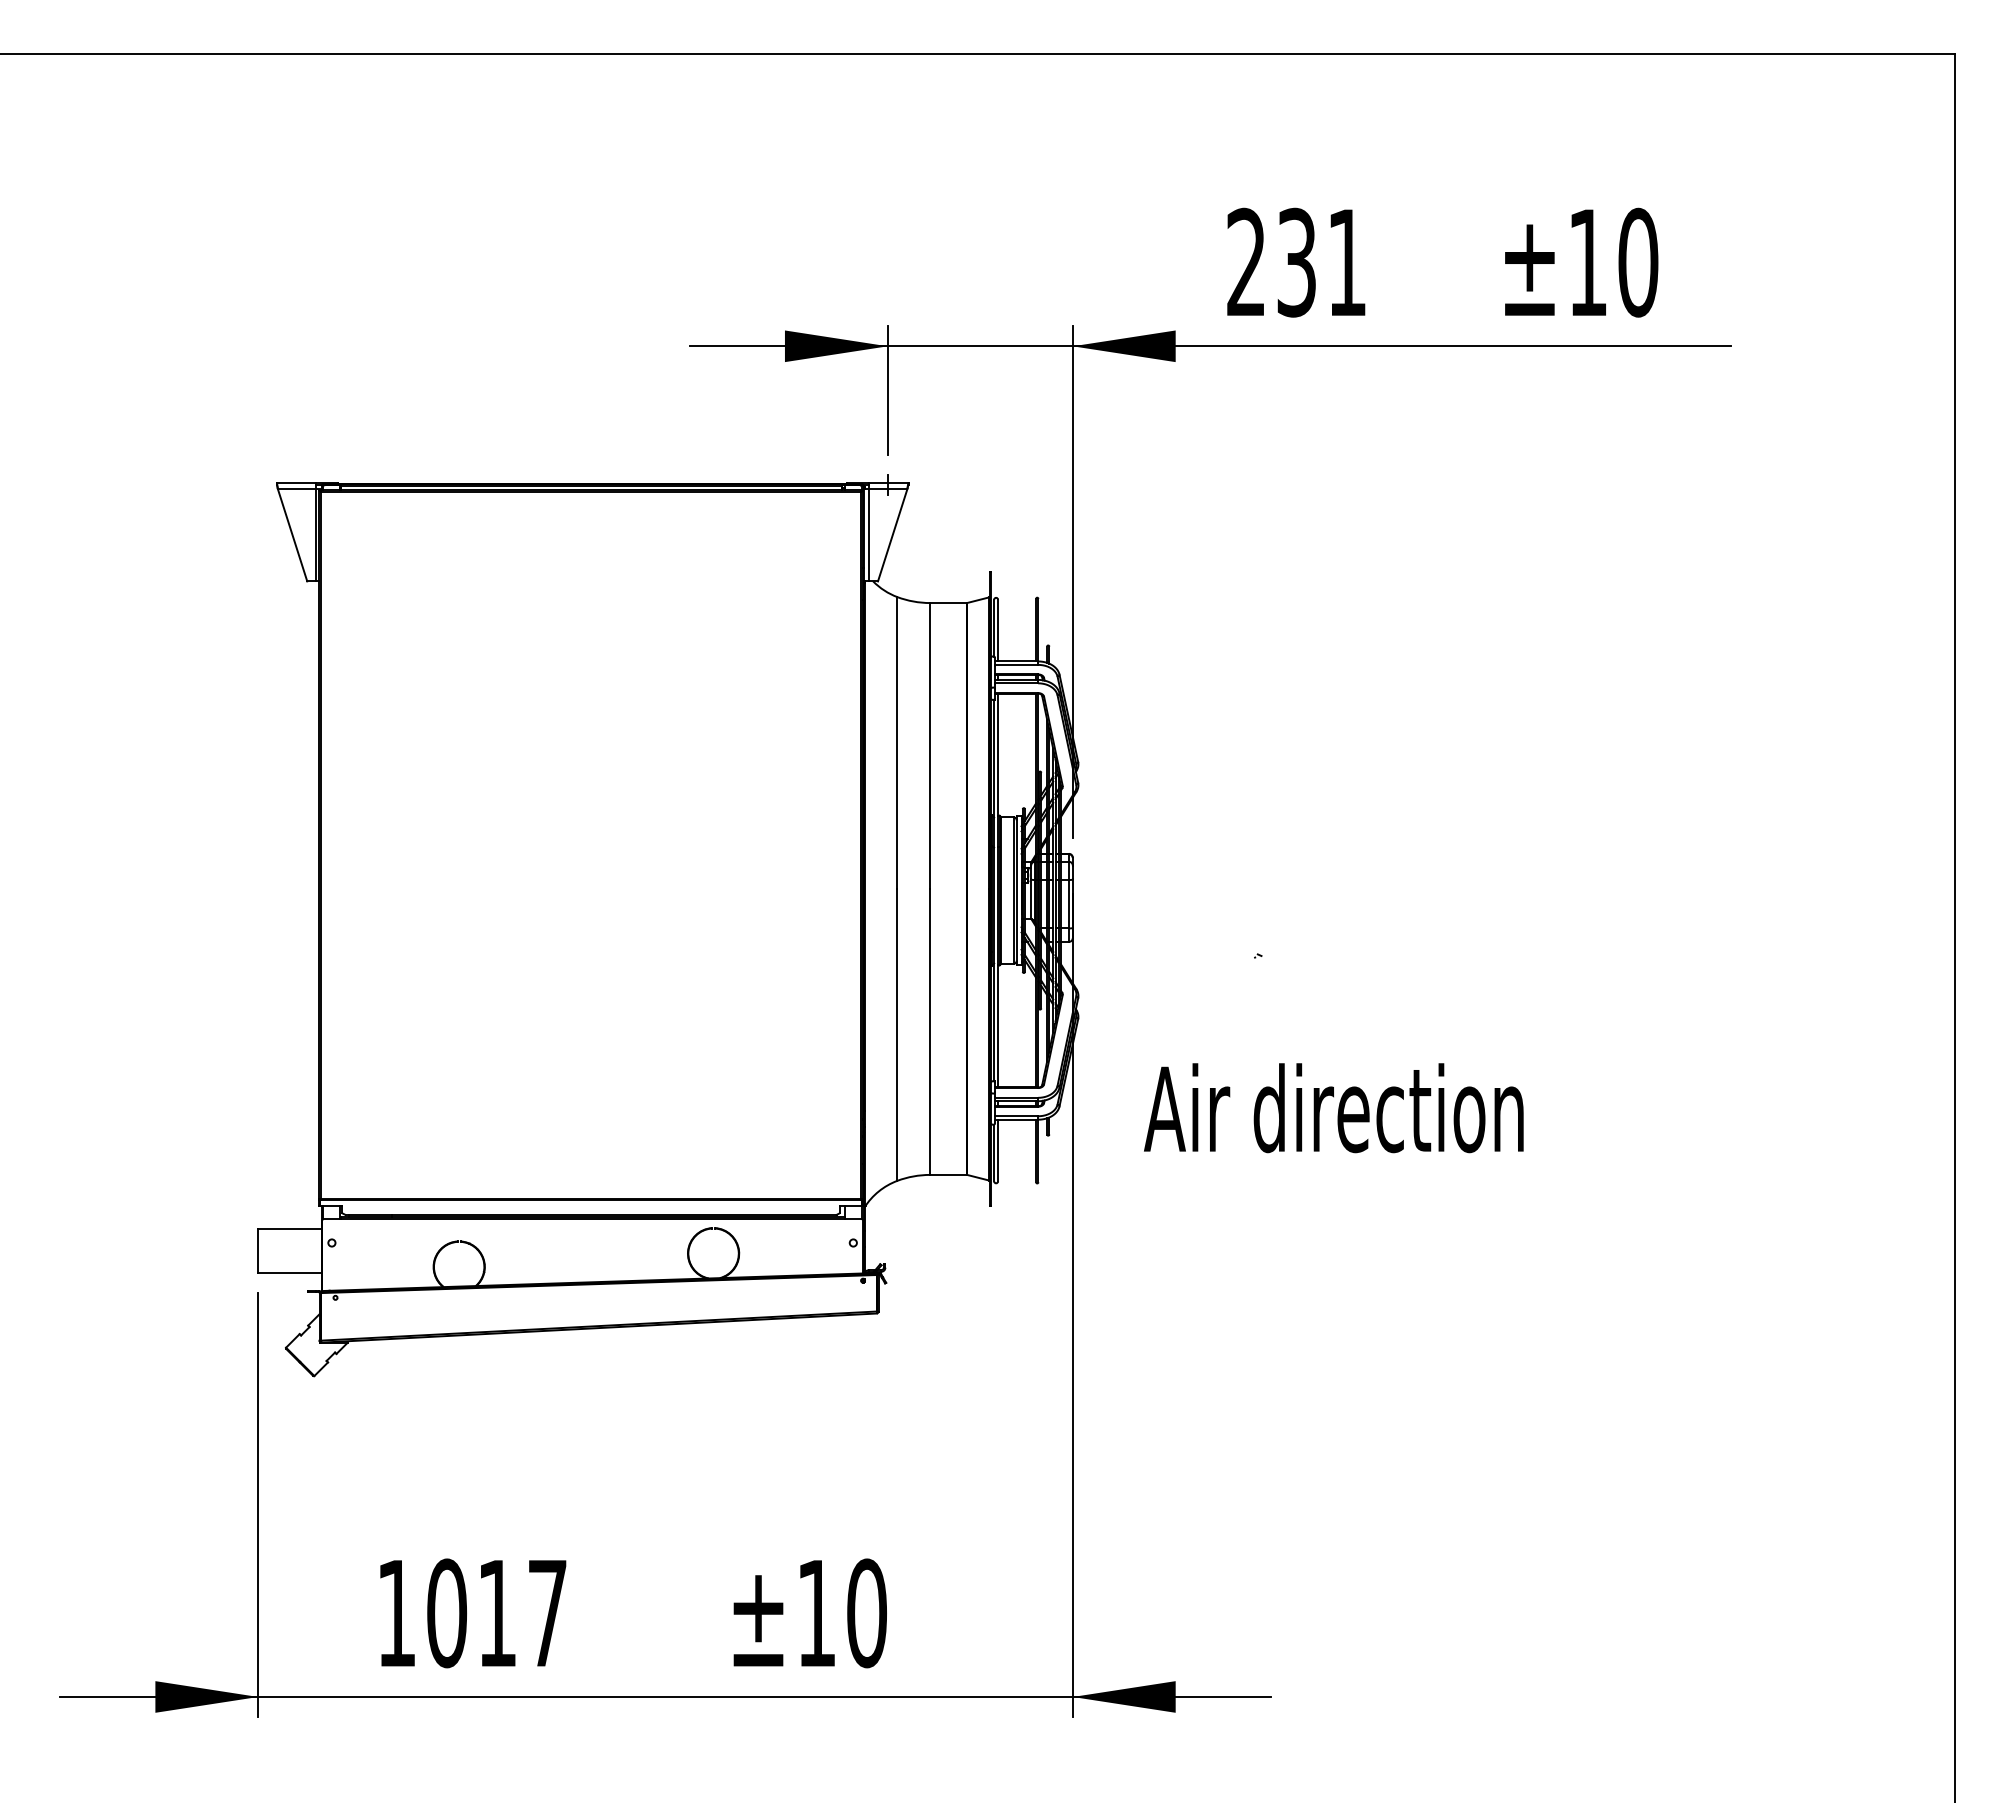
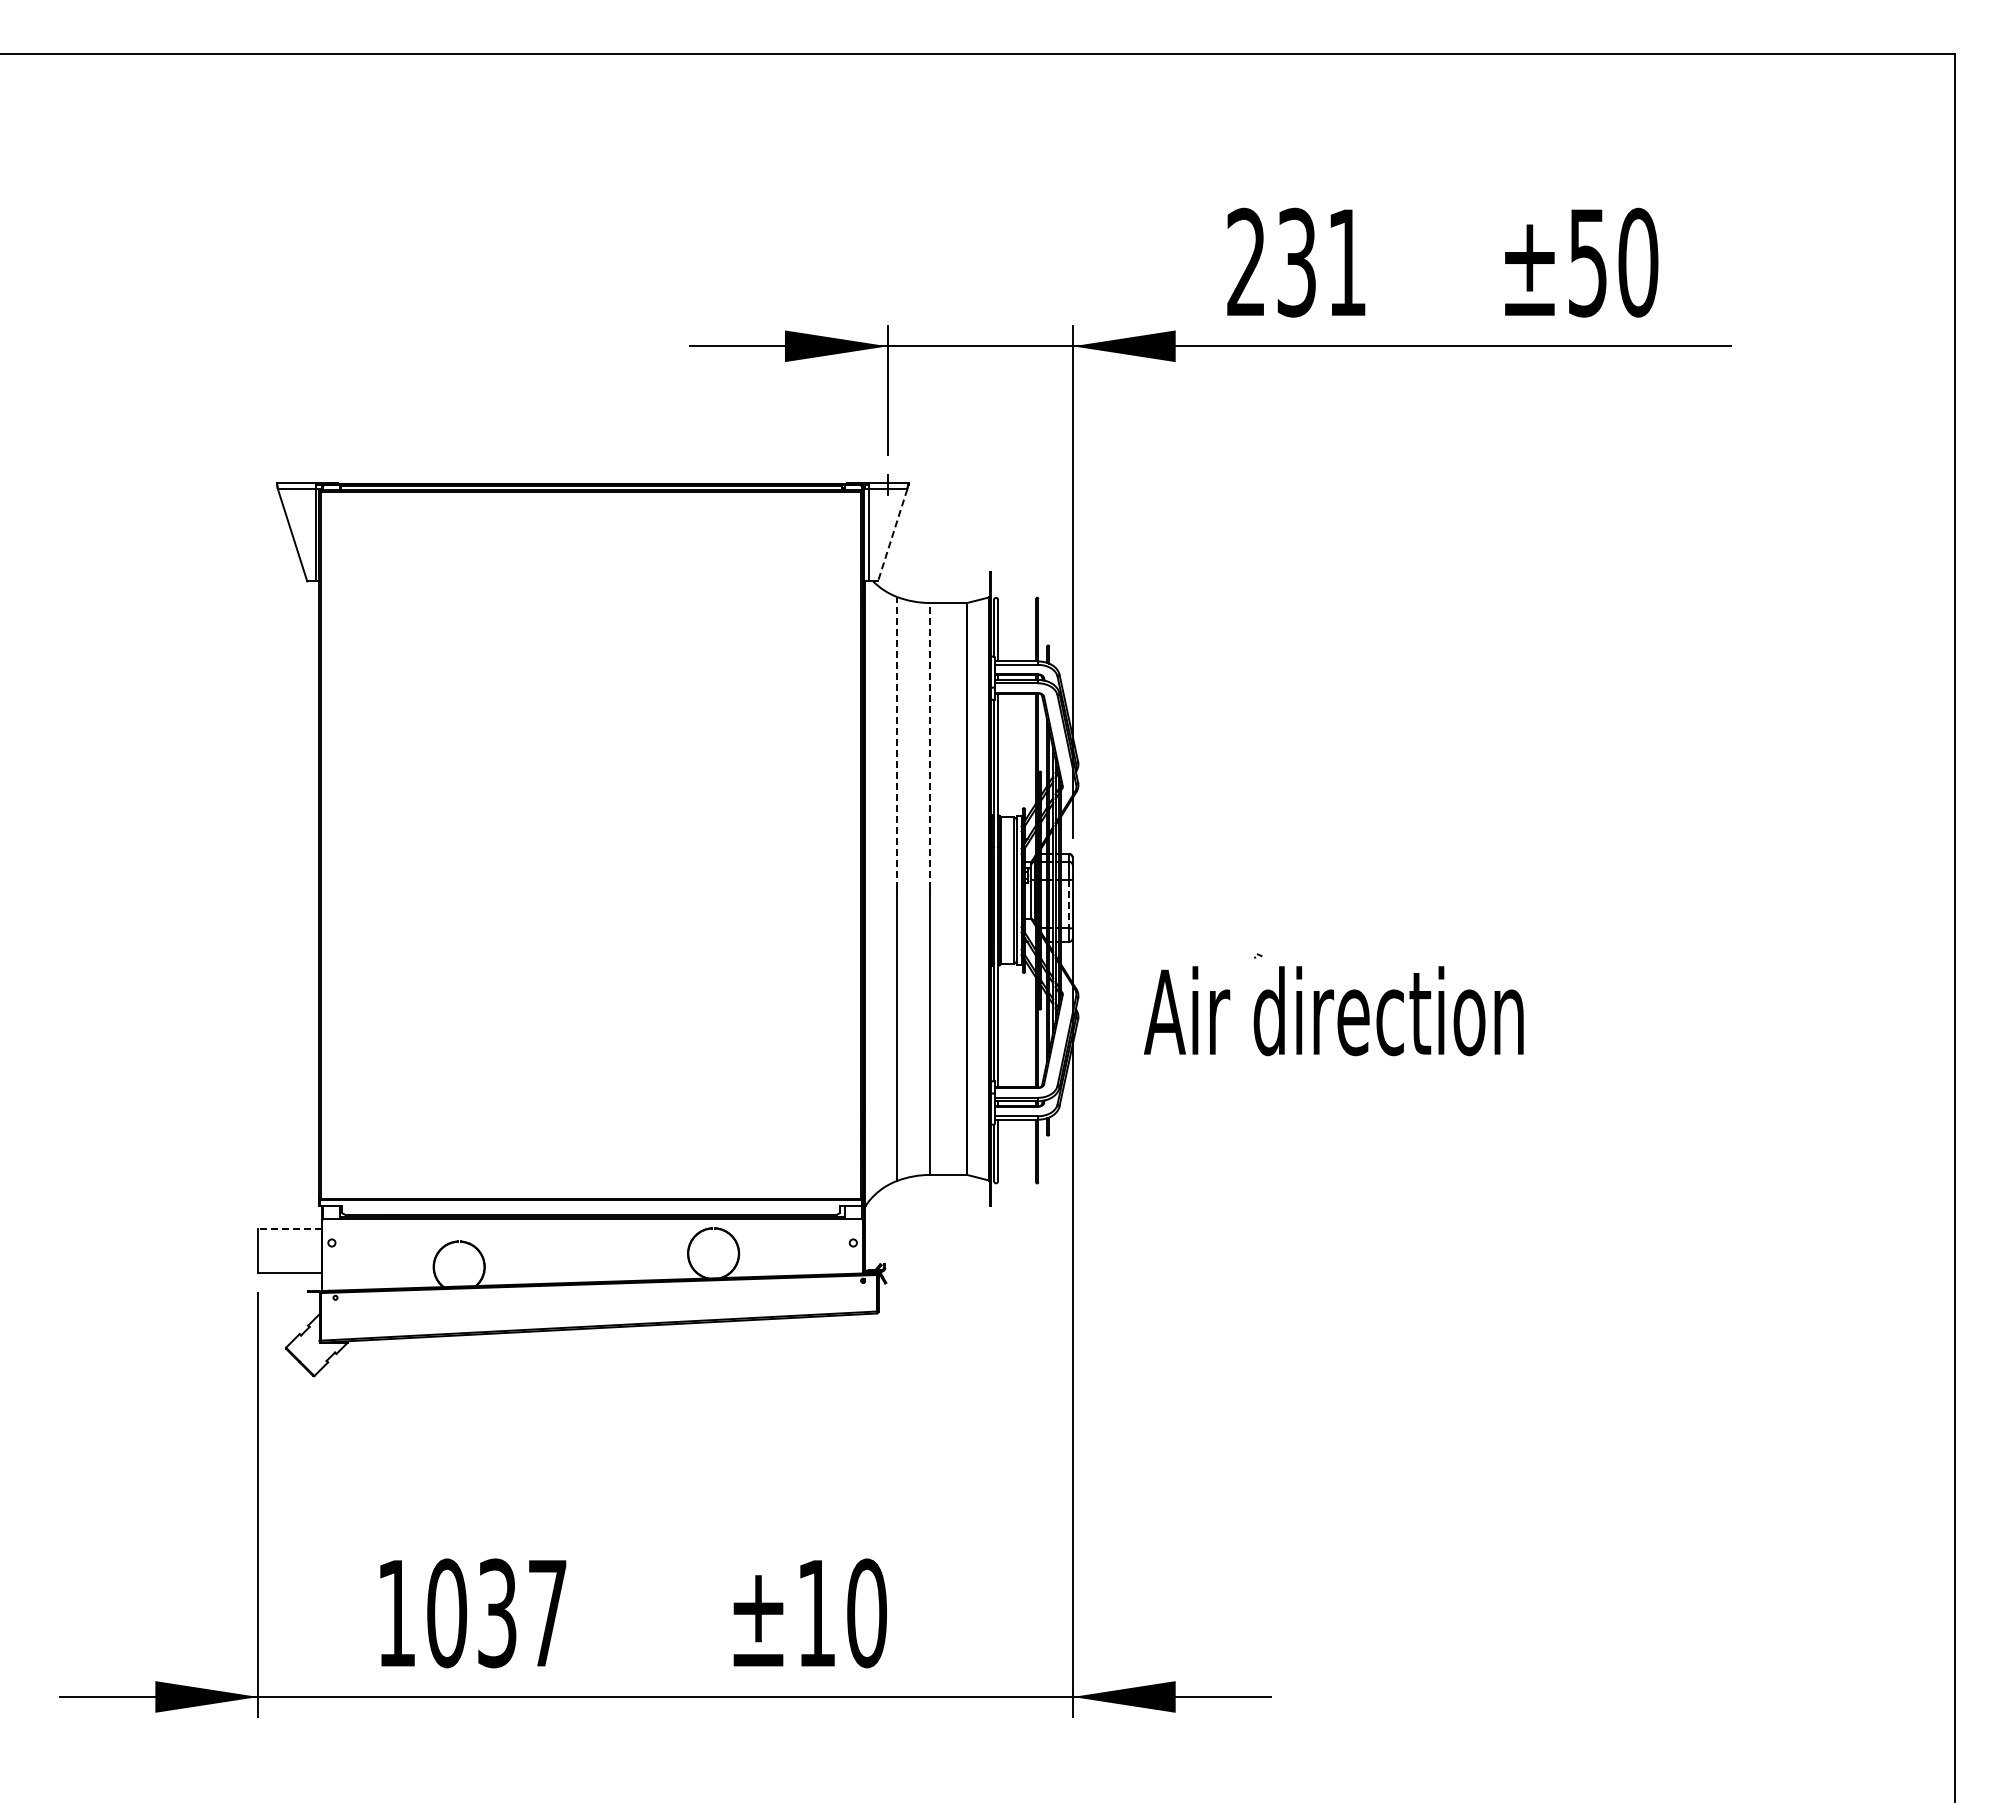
text at (1587, 263): ±10 -> ±50
line at (892, 535): solid -> dashed
line at (897, 743): solid -> dashed
line at (930, 746): solid -> dashed
line at (1068, 904): solid -> dashed
text at (1333, 1108) position: (1333, 1108) -> (1333, 1011)
line at (289, 1229): solid -> dashed
text at (497, 1613): 1017 -> 1037
